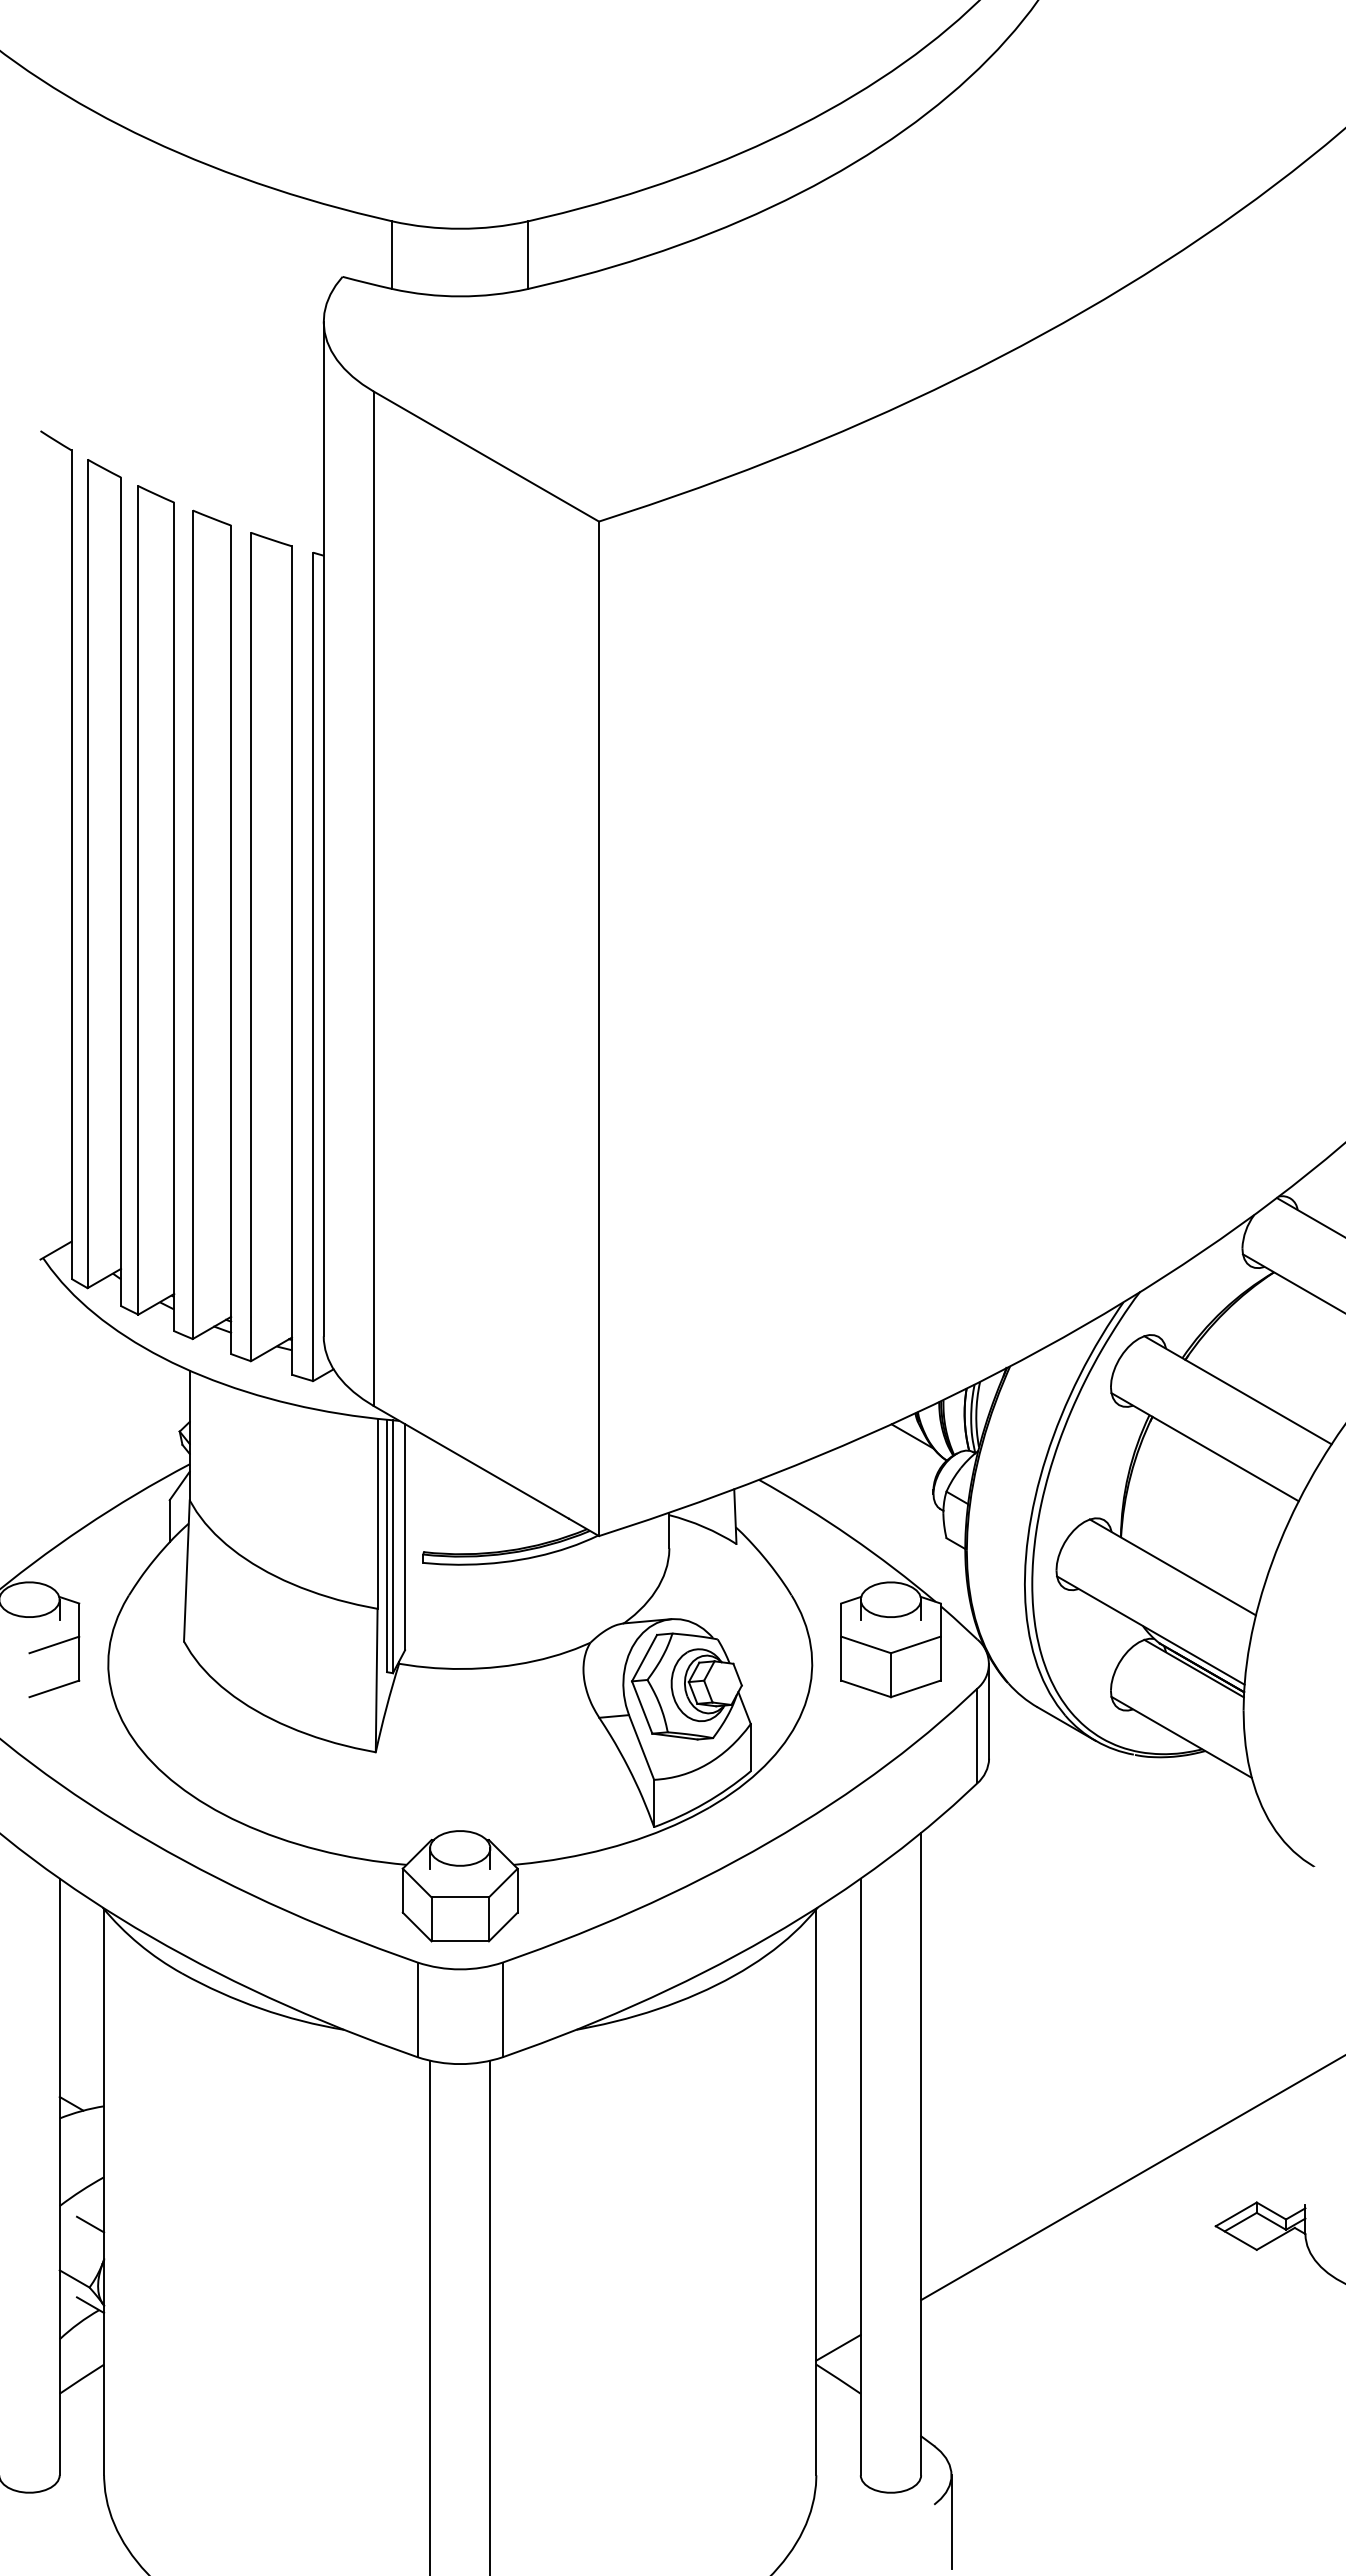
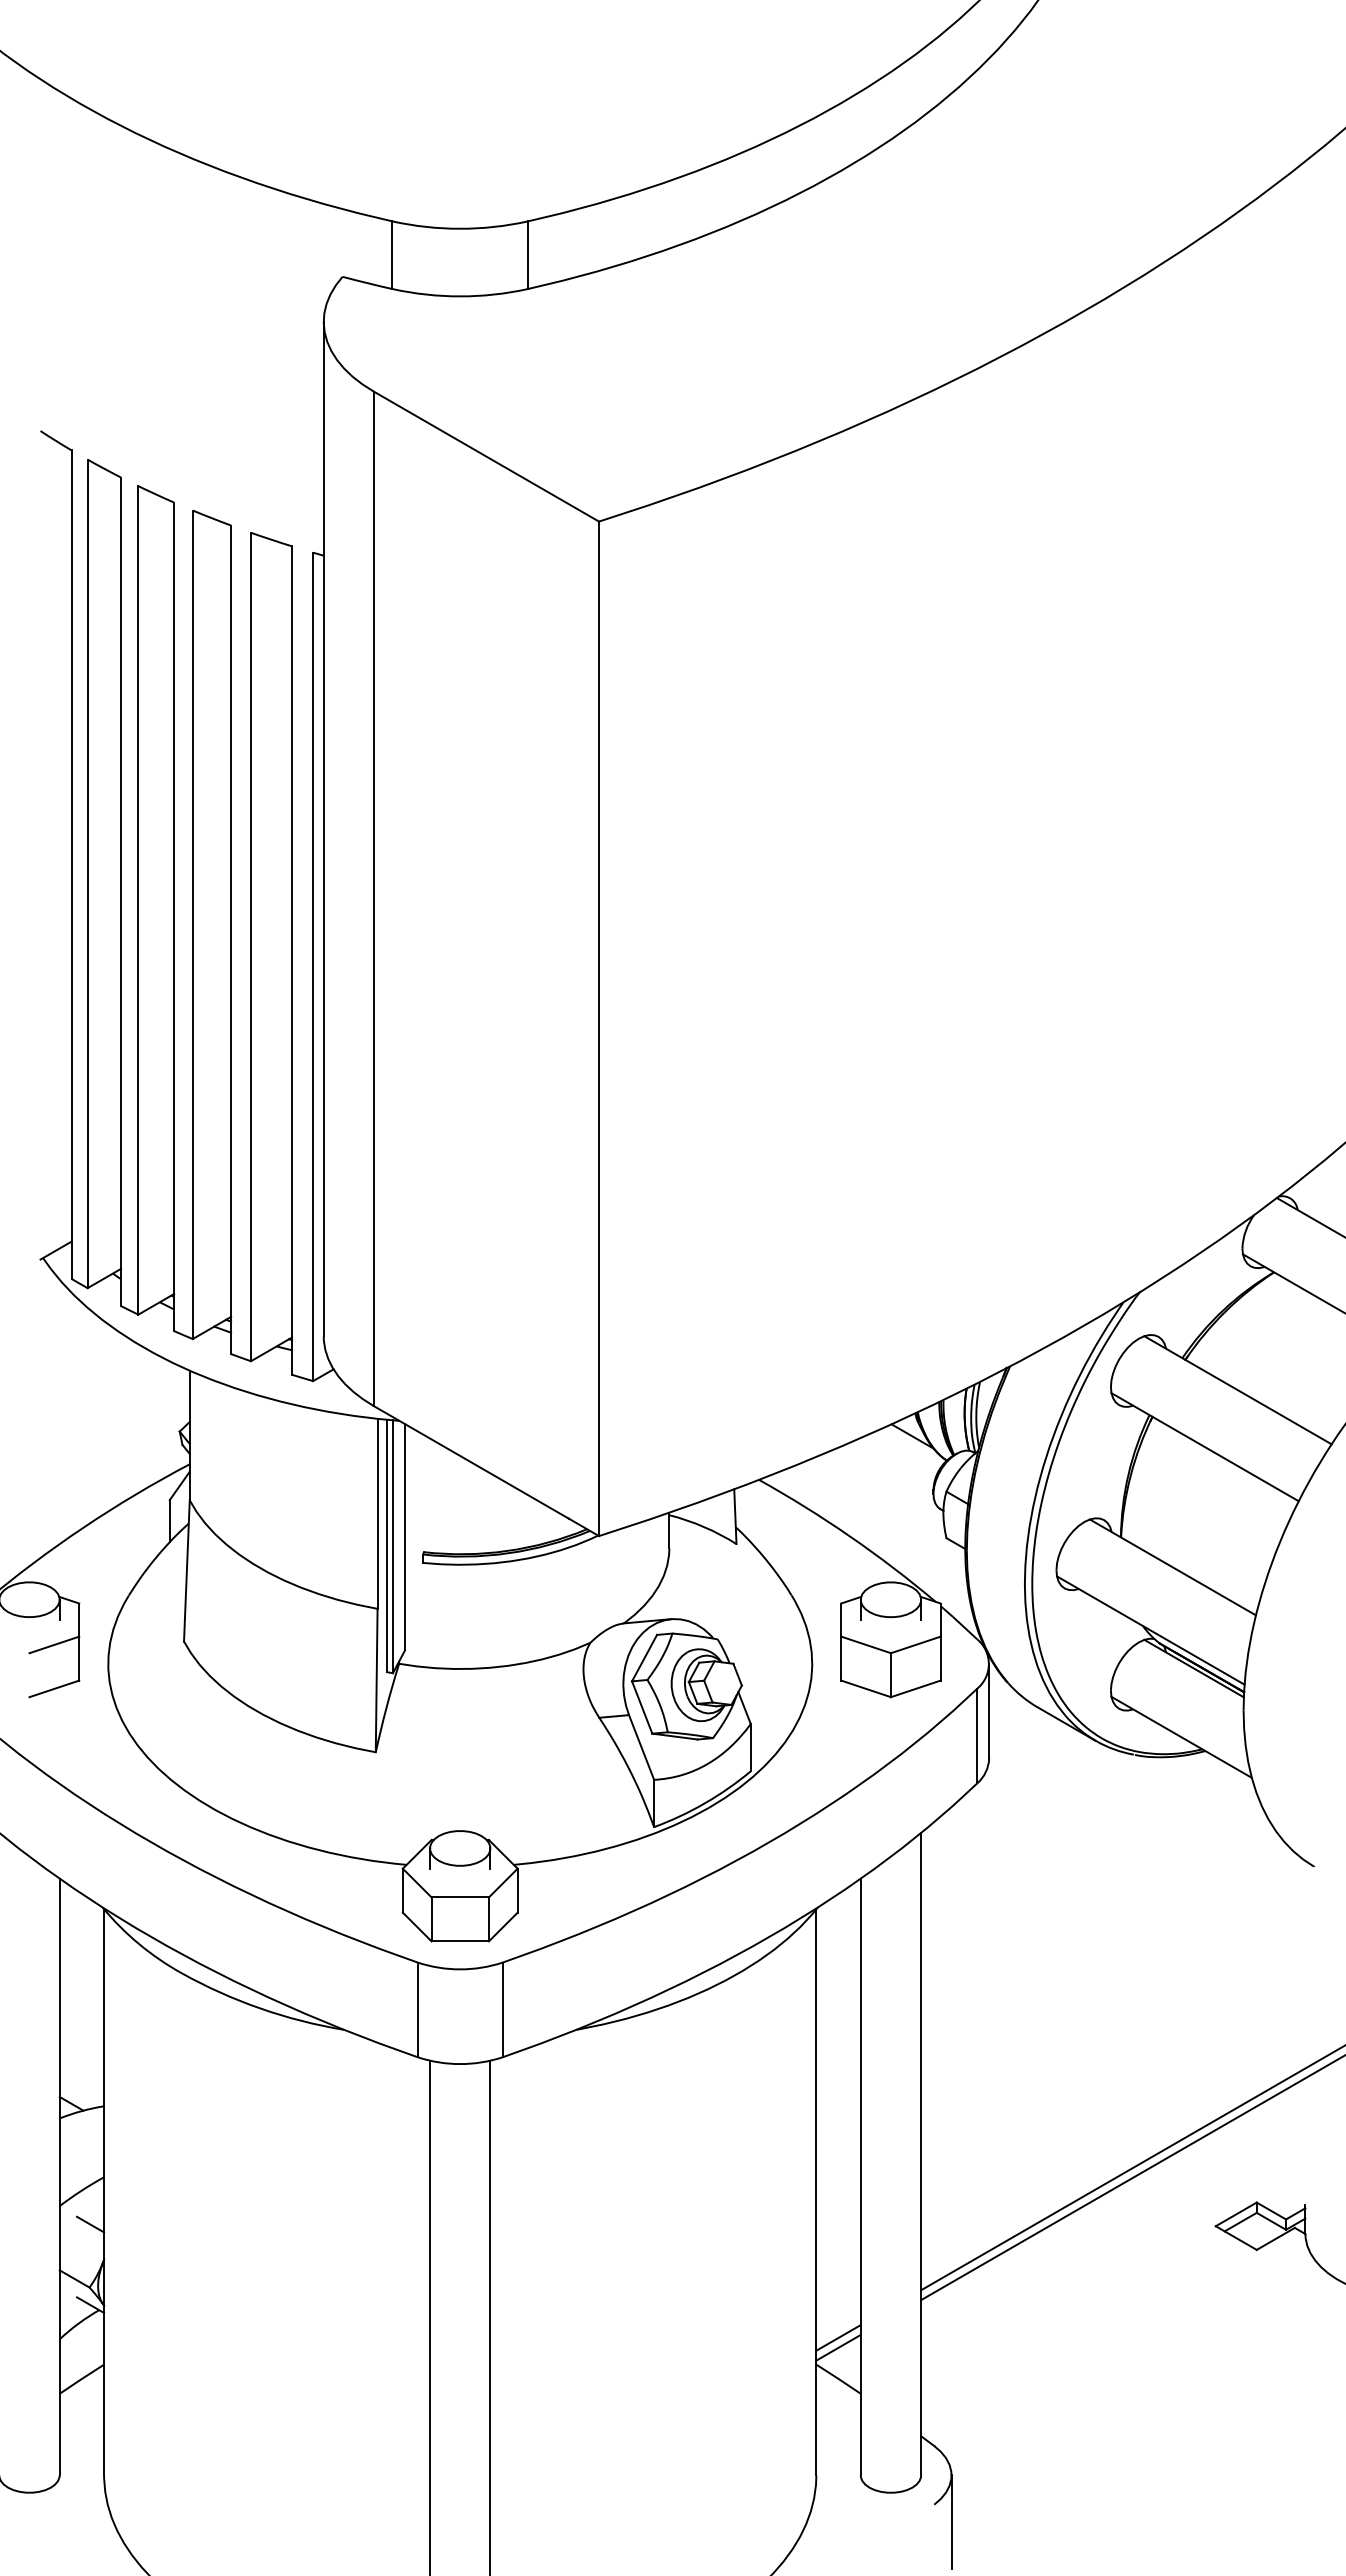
line at (1131, 2168): none -> present
line at (838, 2337): none -> present
